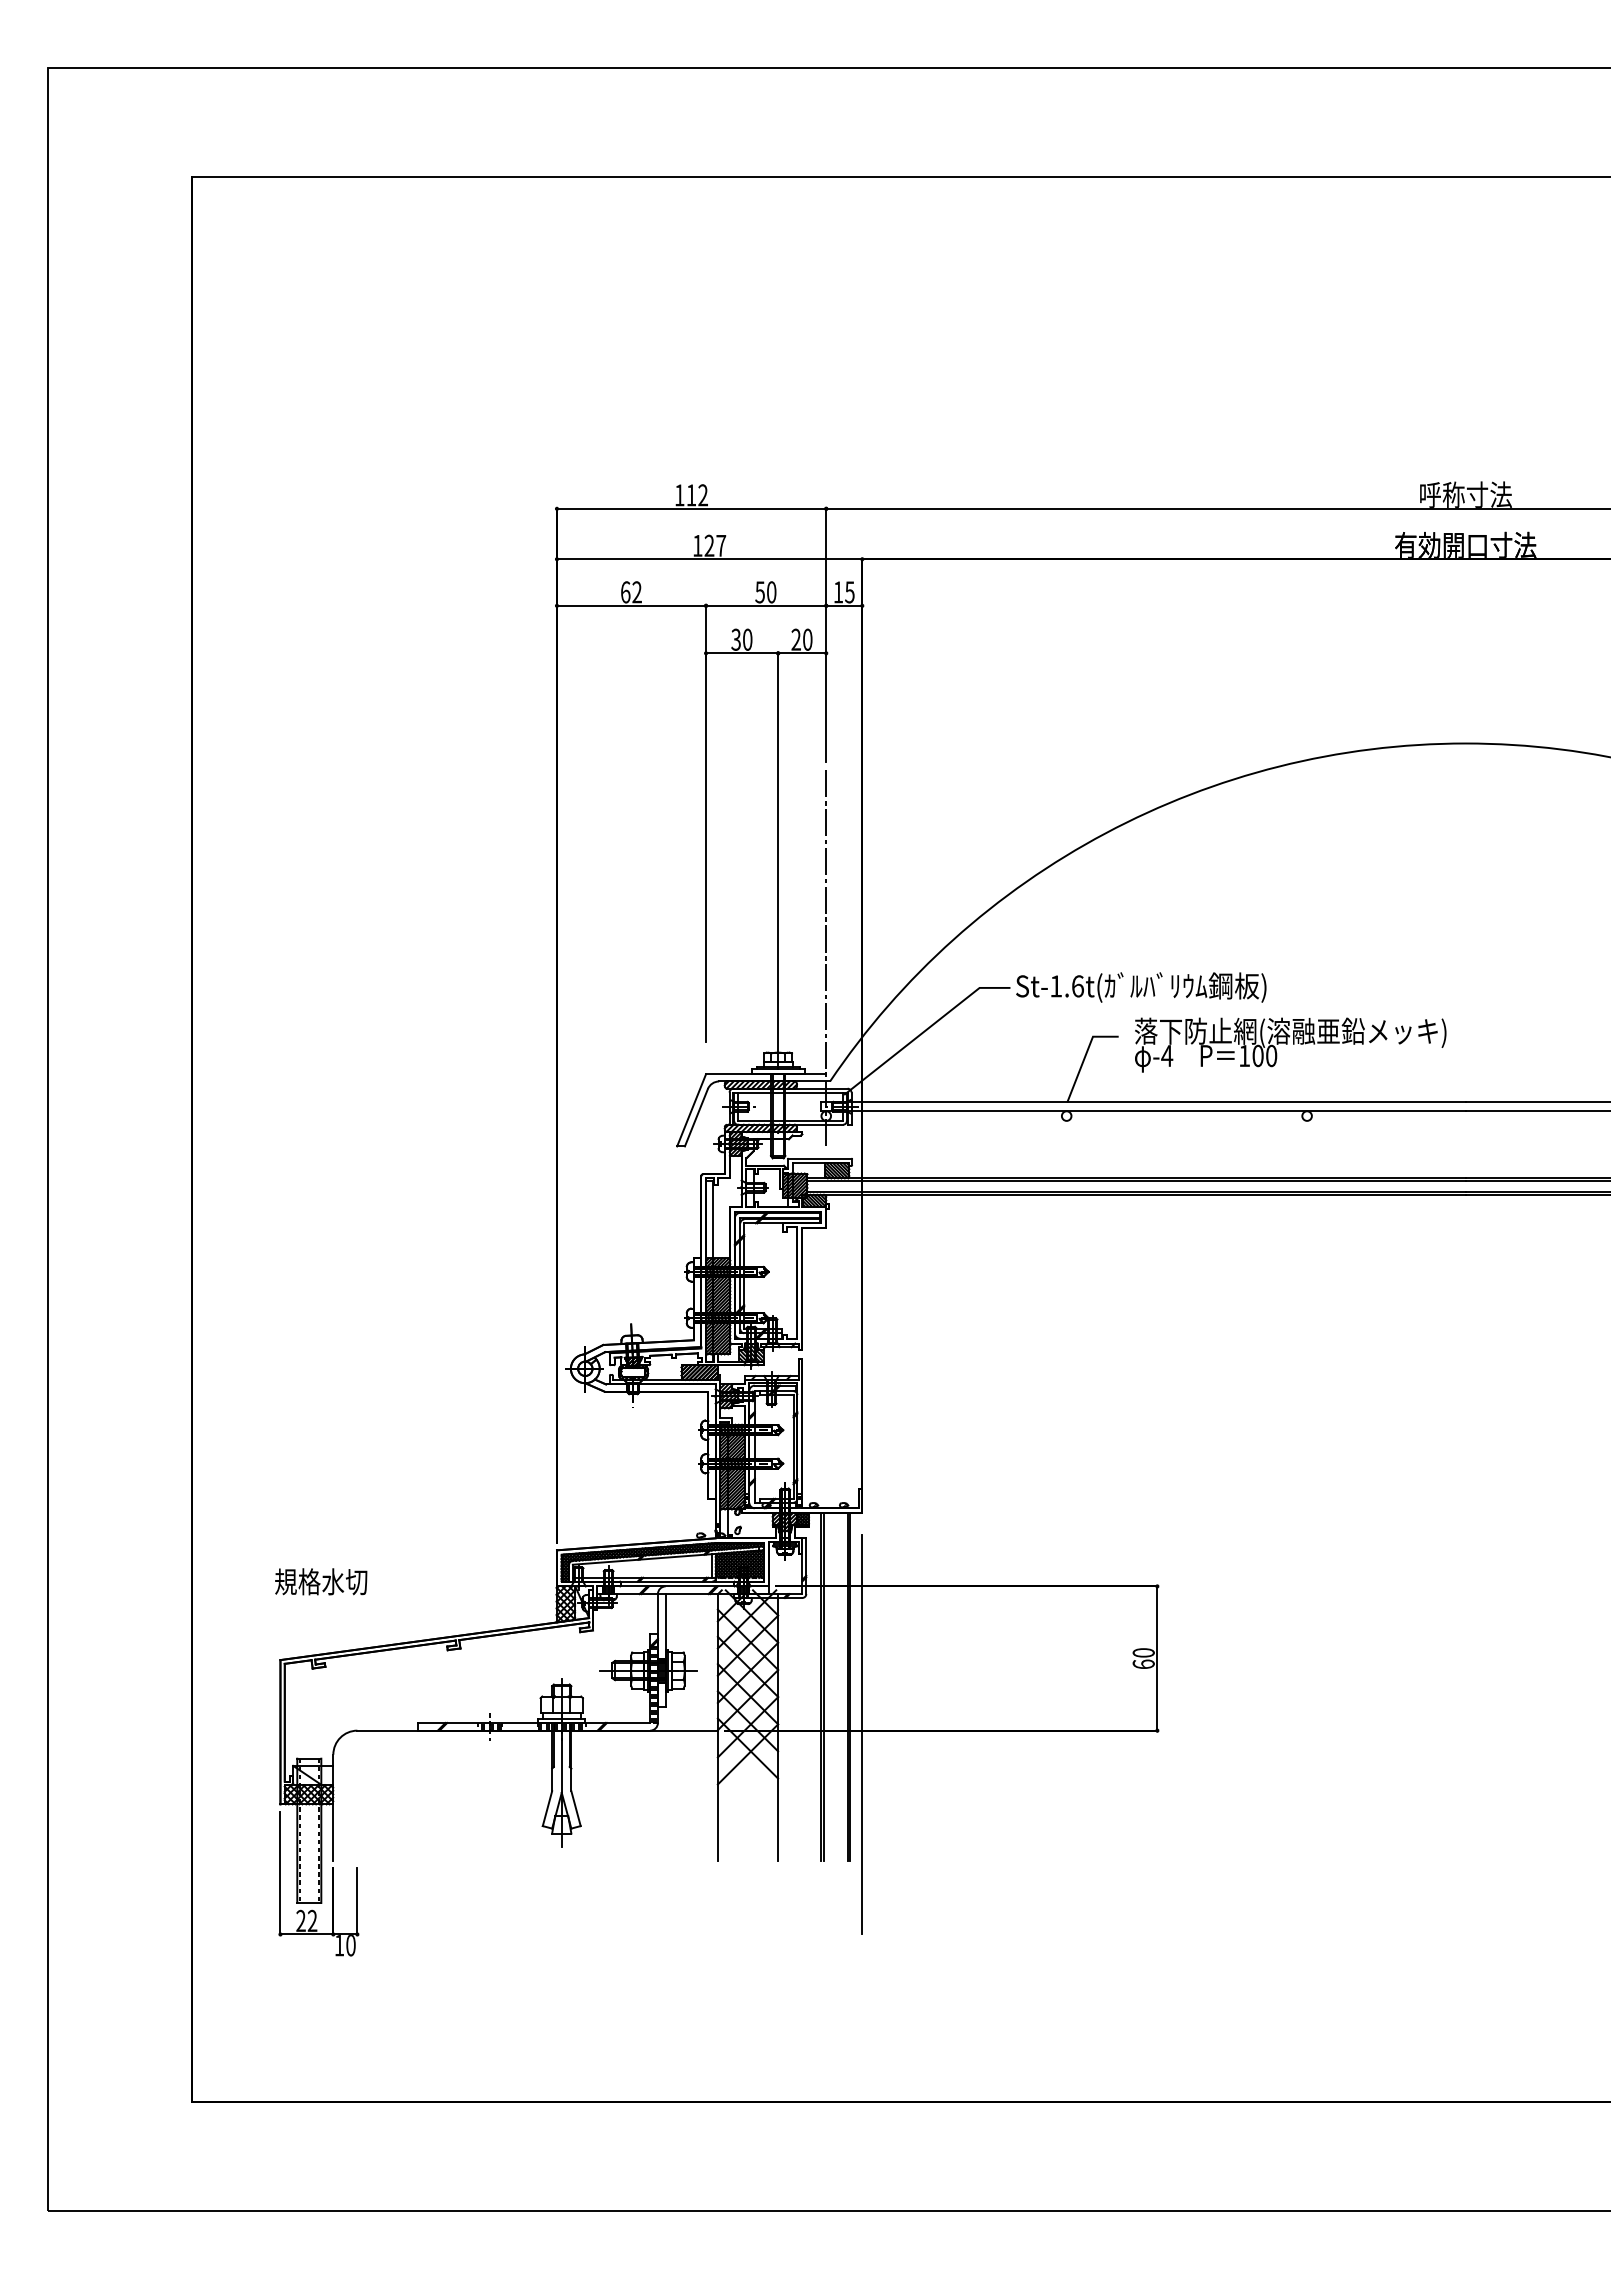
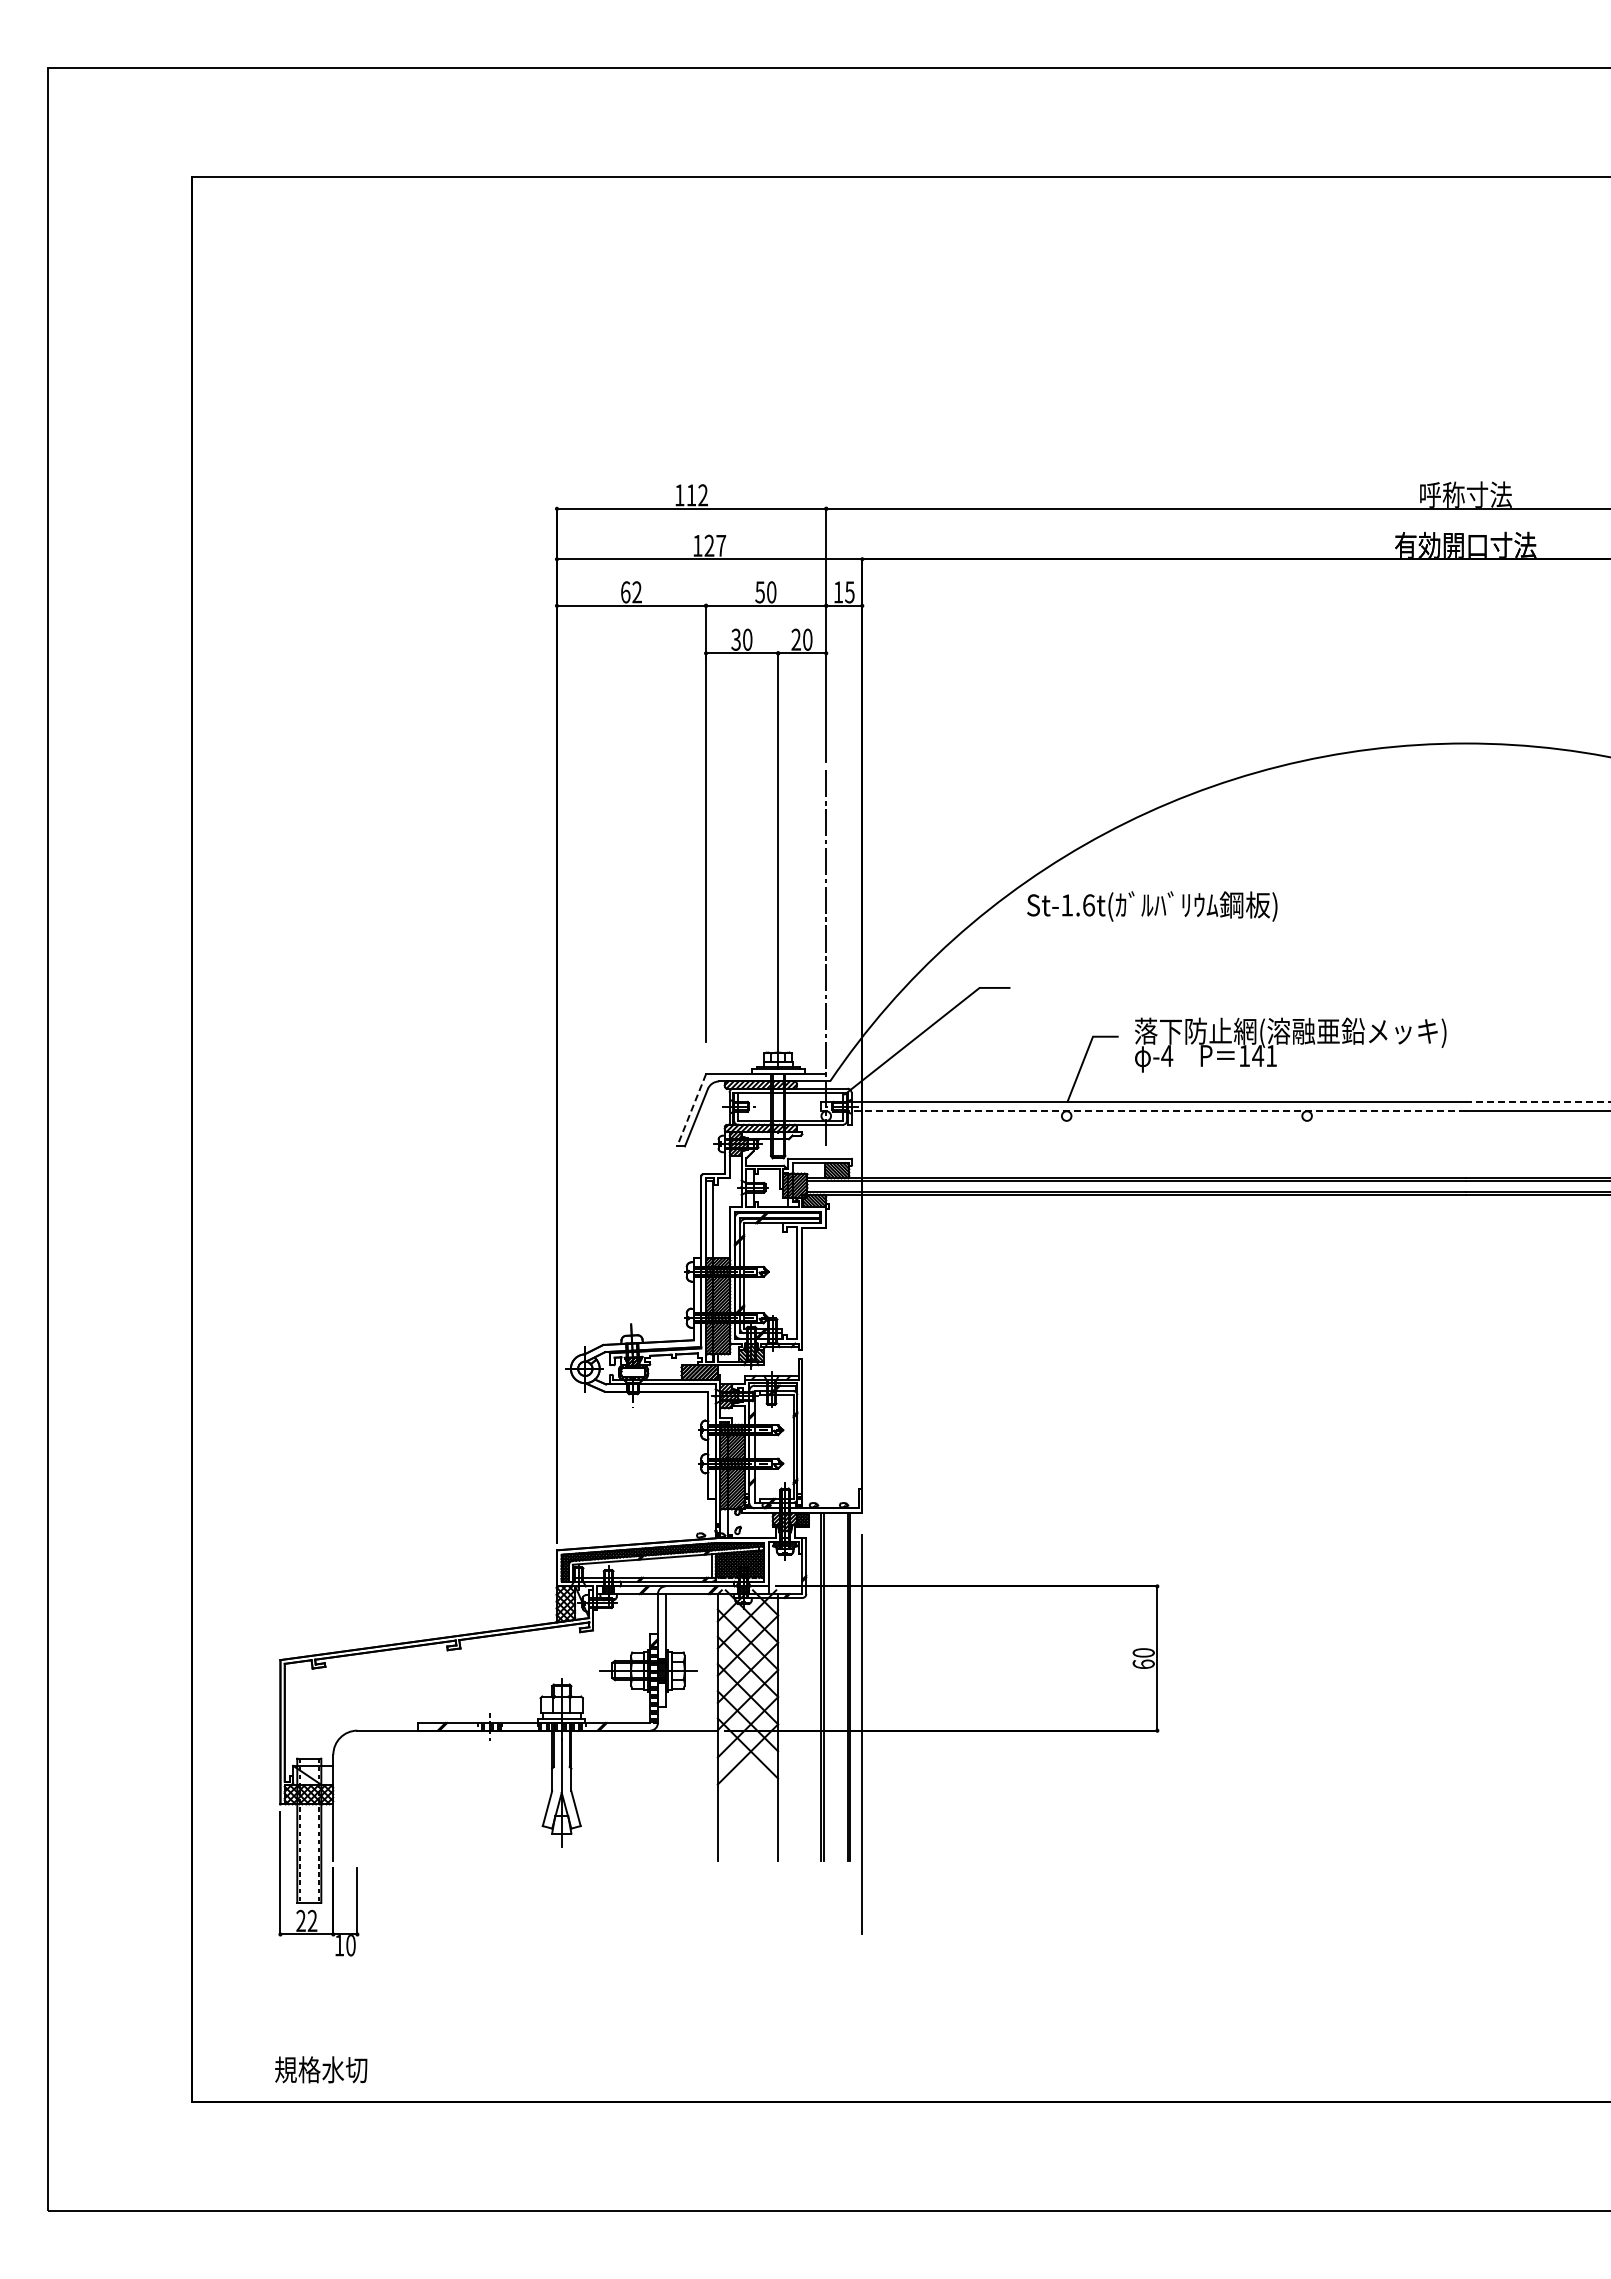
text at (1141, 987) position: (1141, 987) -> (1152, 906)
text at (1264, 1055): 100 -> 141
line at (1537, 1101): solid -> dashed
line at (691, 1110): solid -> dashed
line at (1144, 1111): solid -> dashed
text at (321, 1581) position: (321, 1581) -> (321, 2069)
